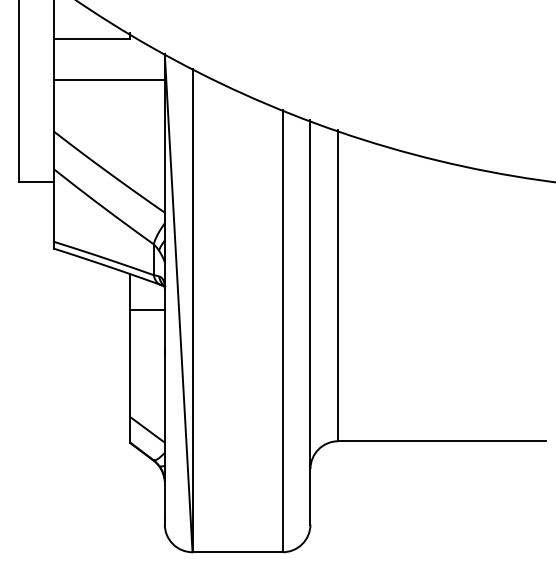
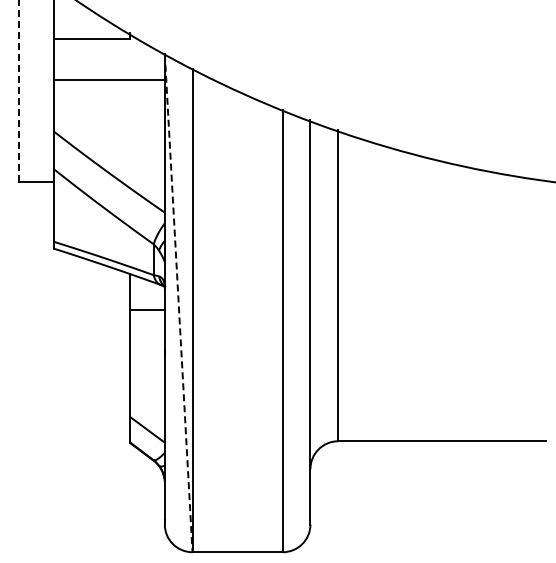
line at (19, 91): solid -> dashed
line at (178, 303): solid -> dashed
